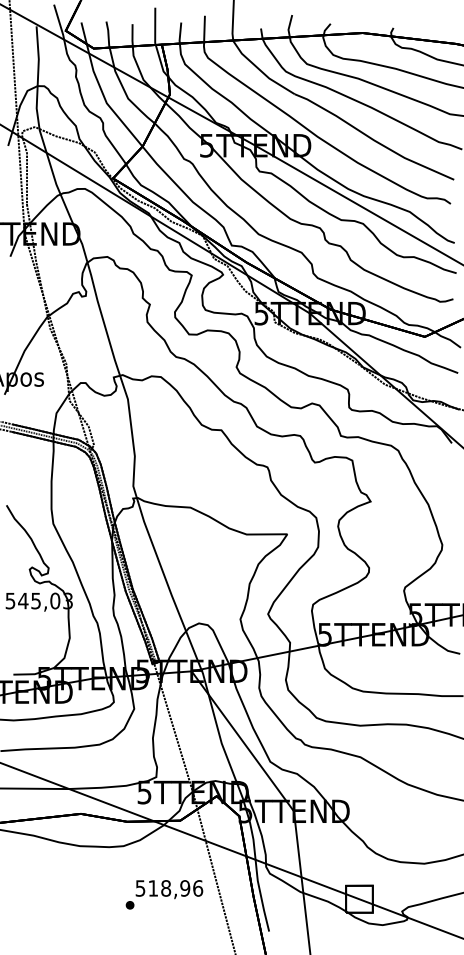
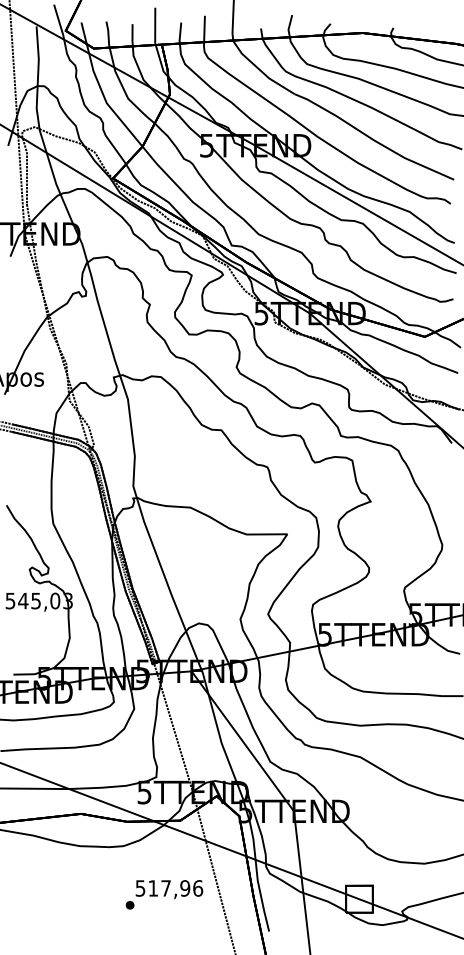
text at (166, 888): 518,96 -> 517,96
